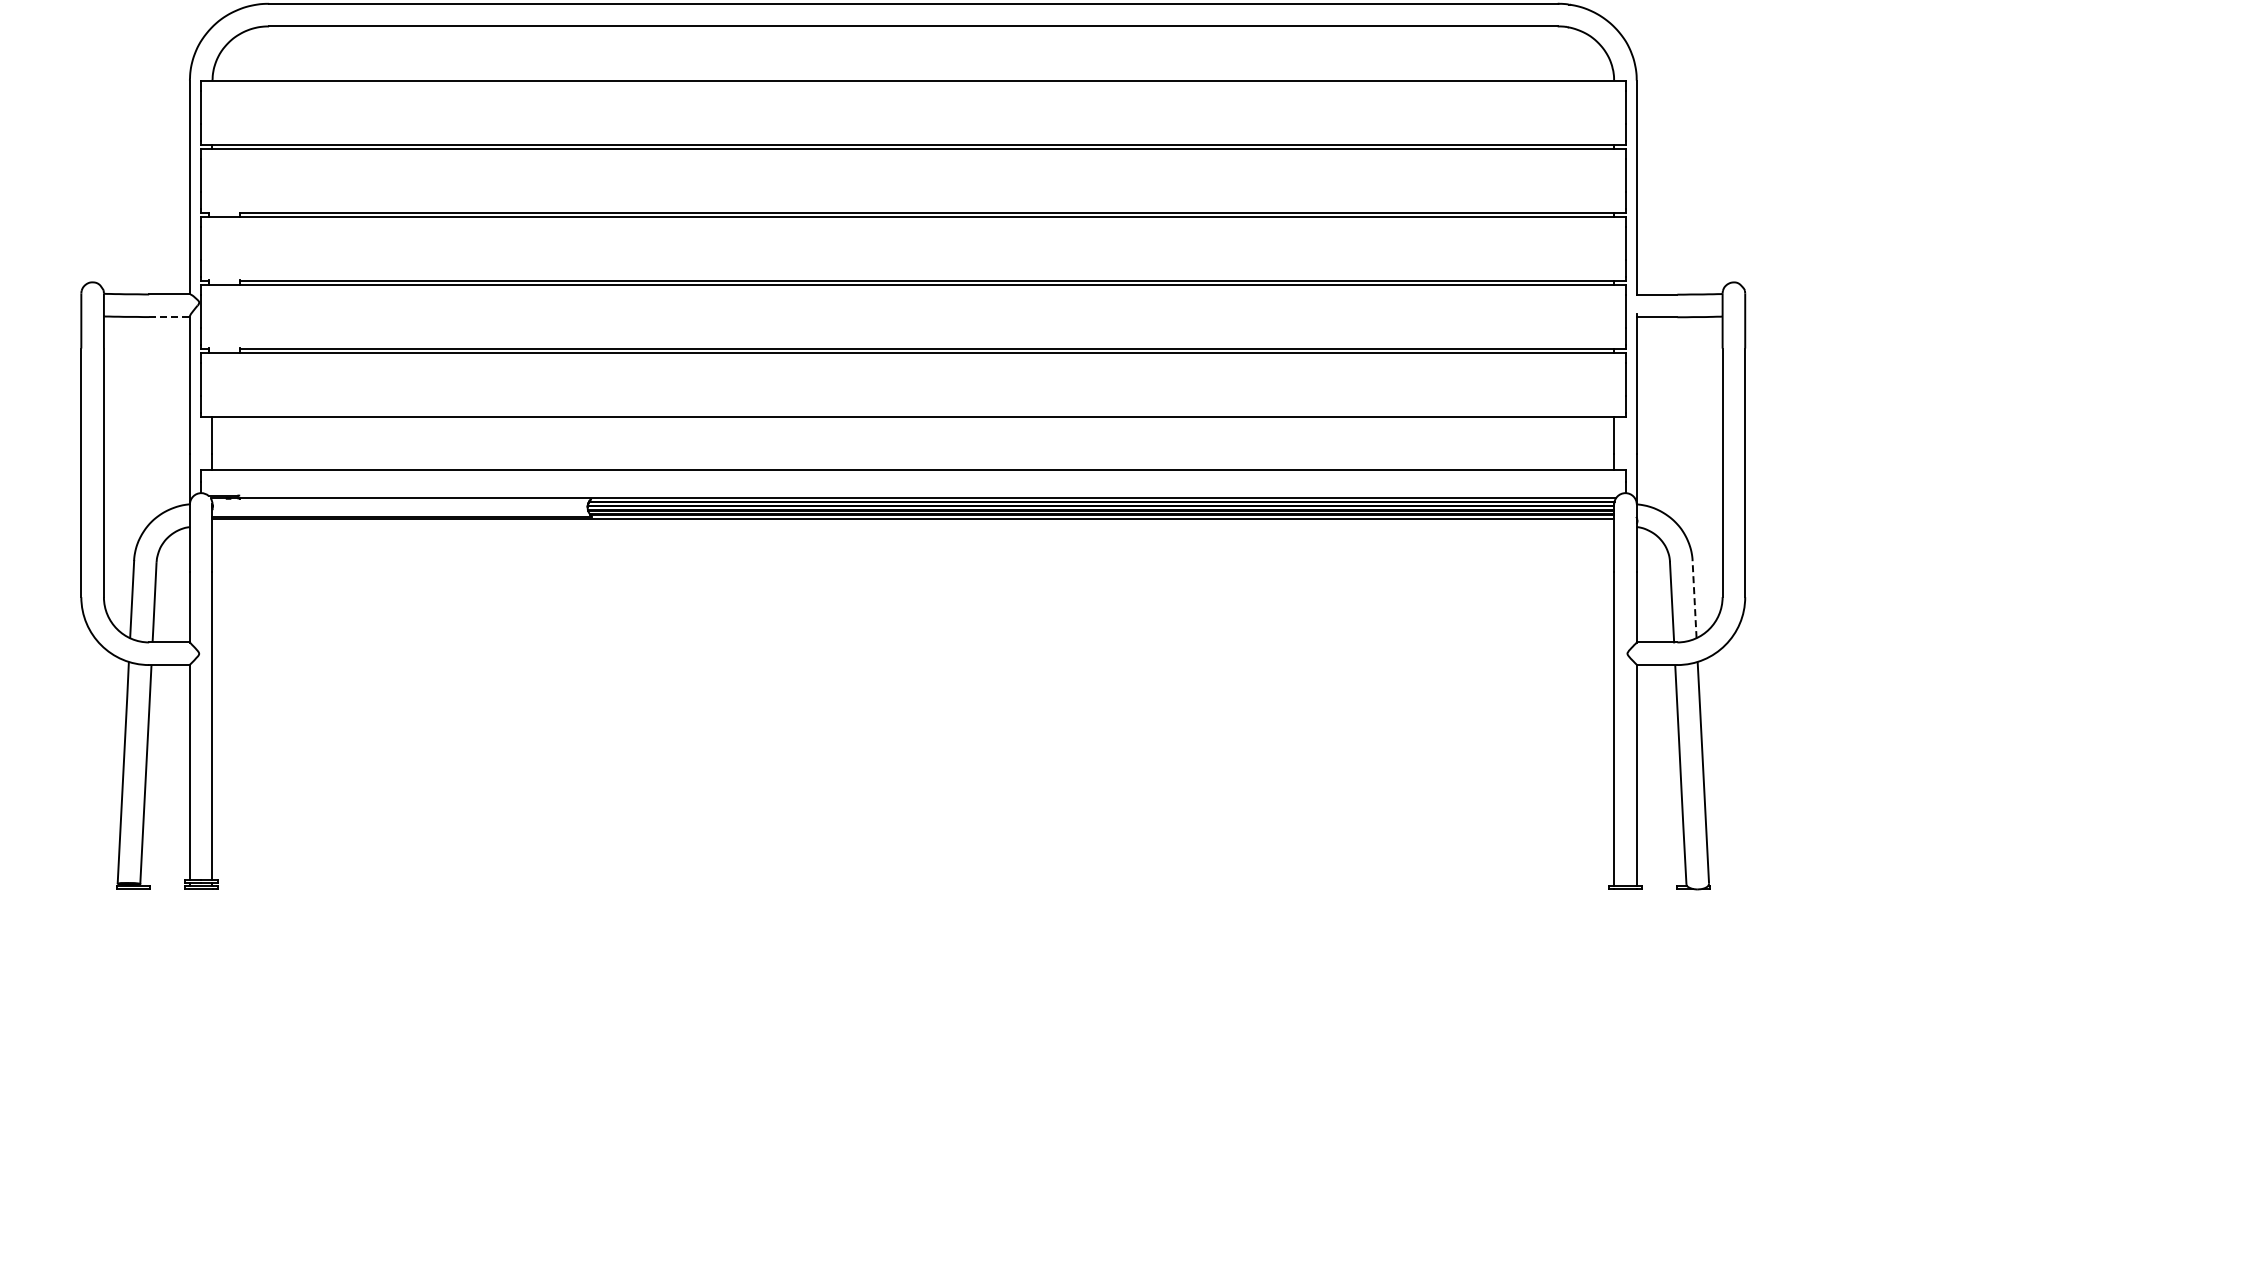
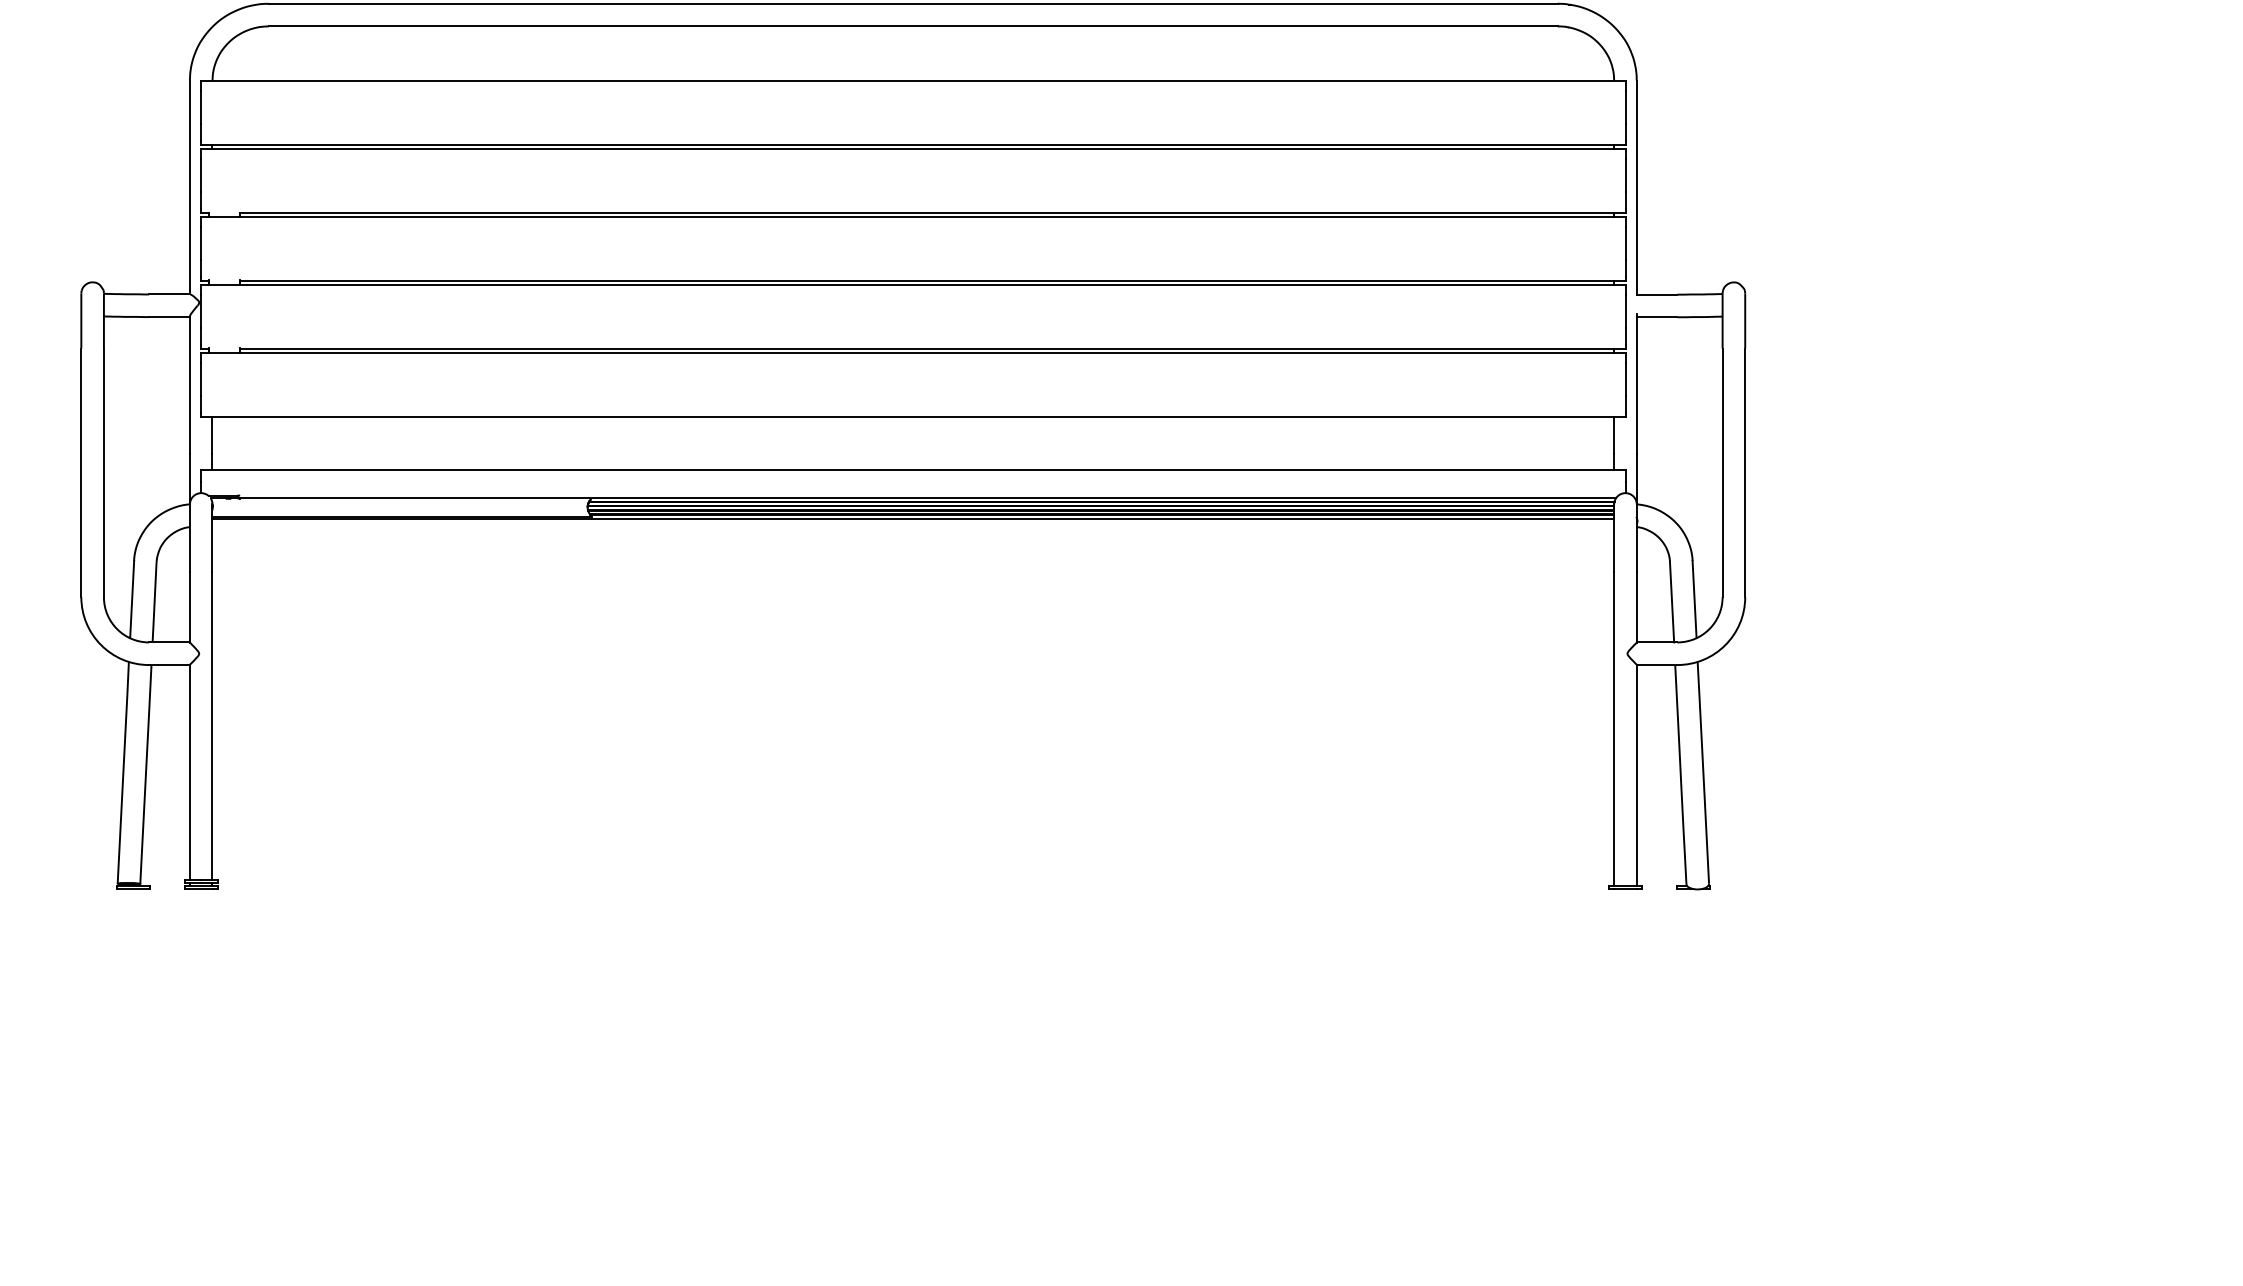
line at (170, 317): dashed -> solid
line at (1694, 599): dashed -> solid
